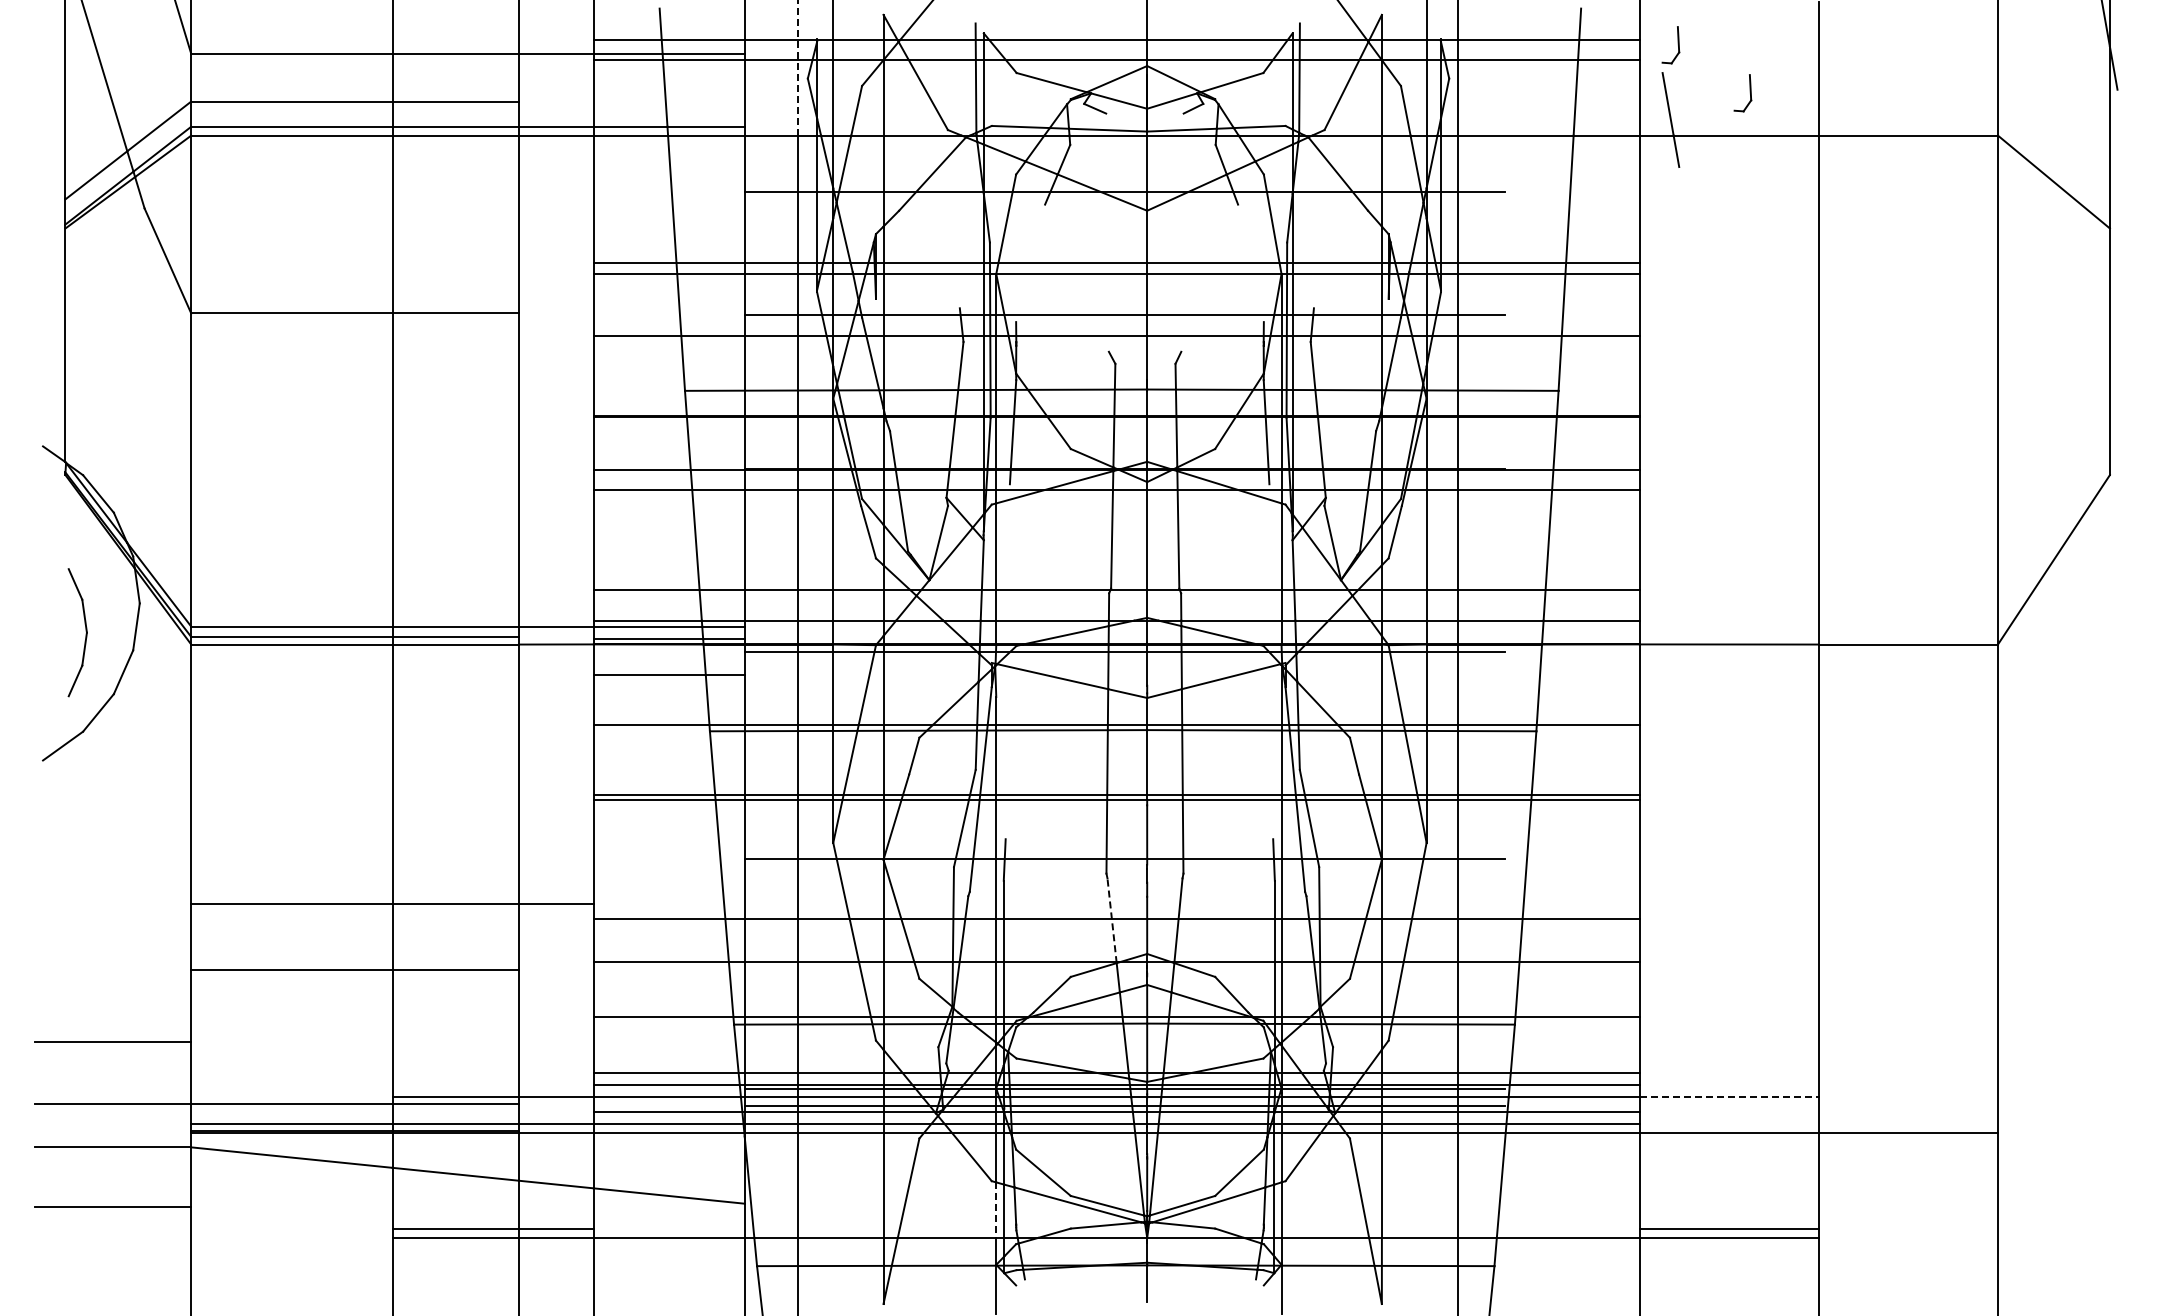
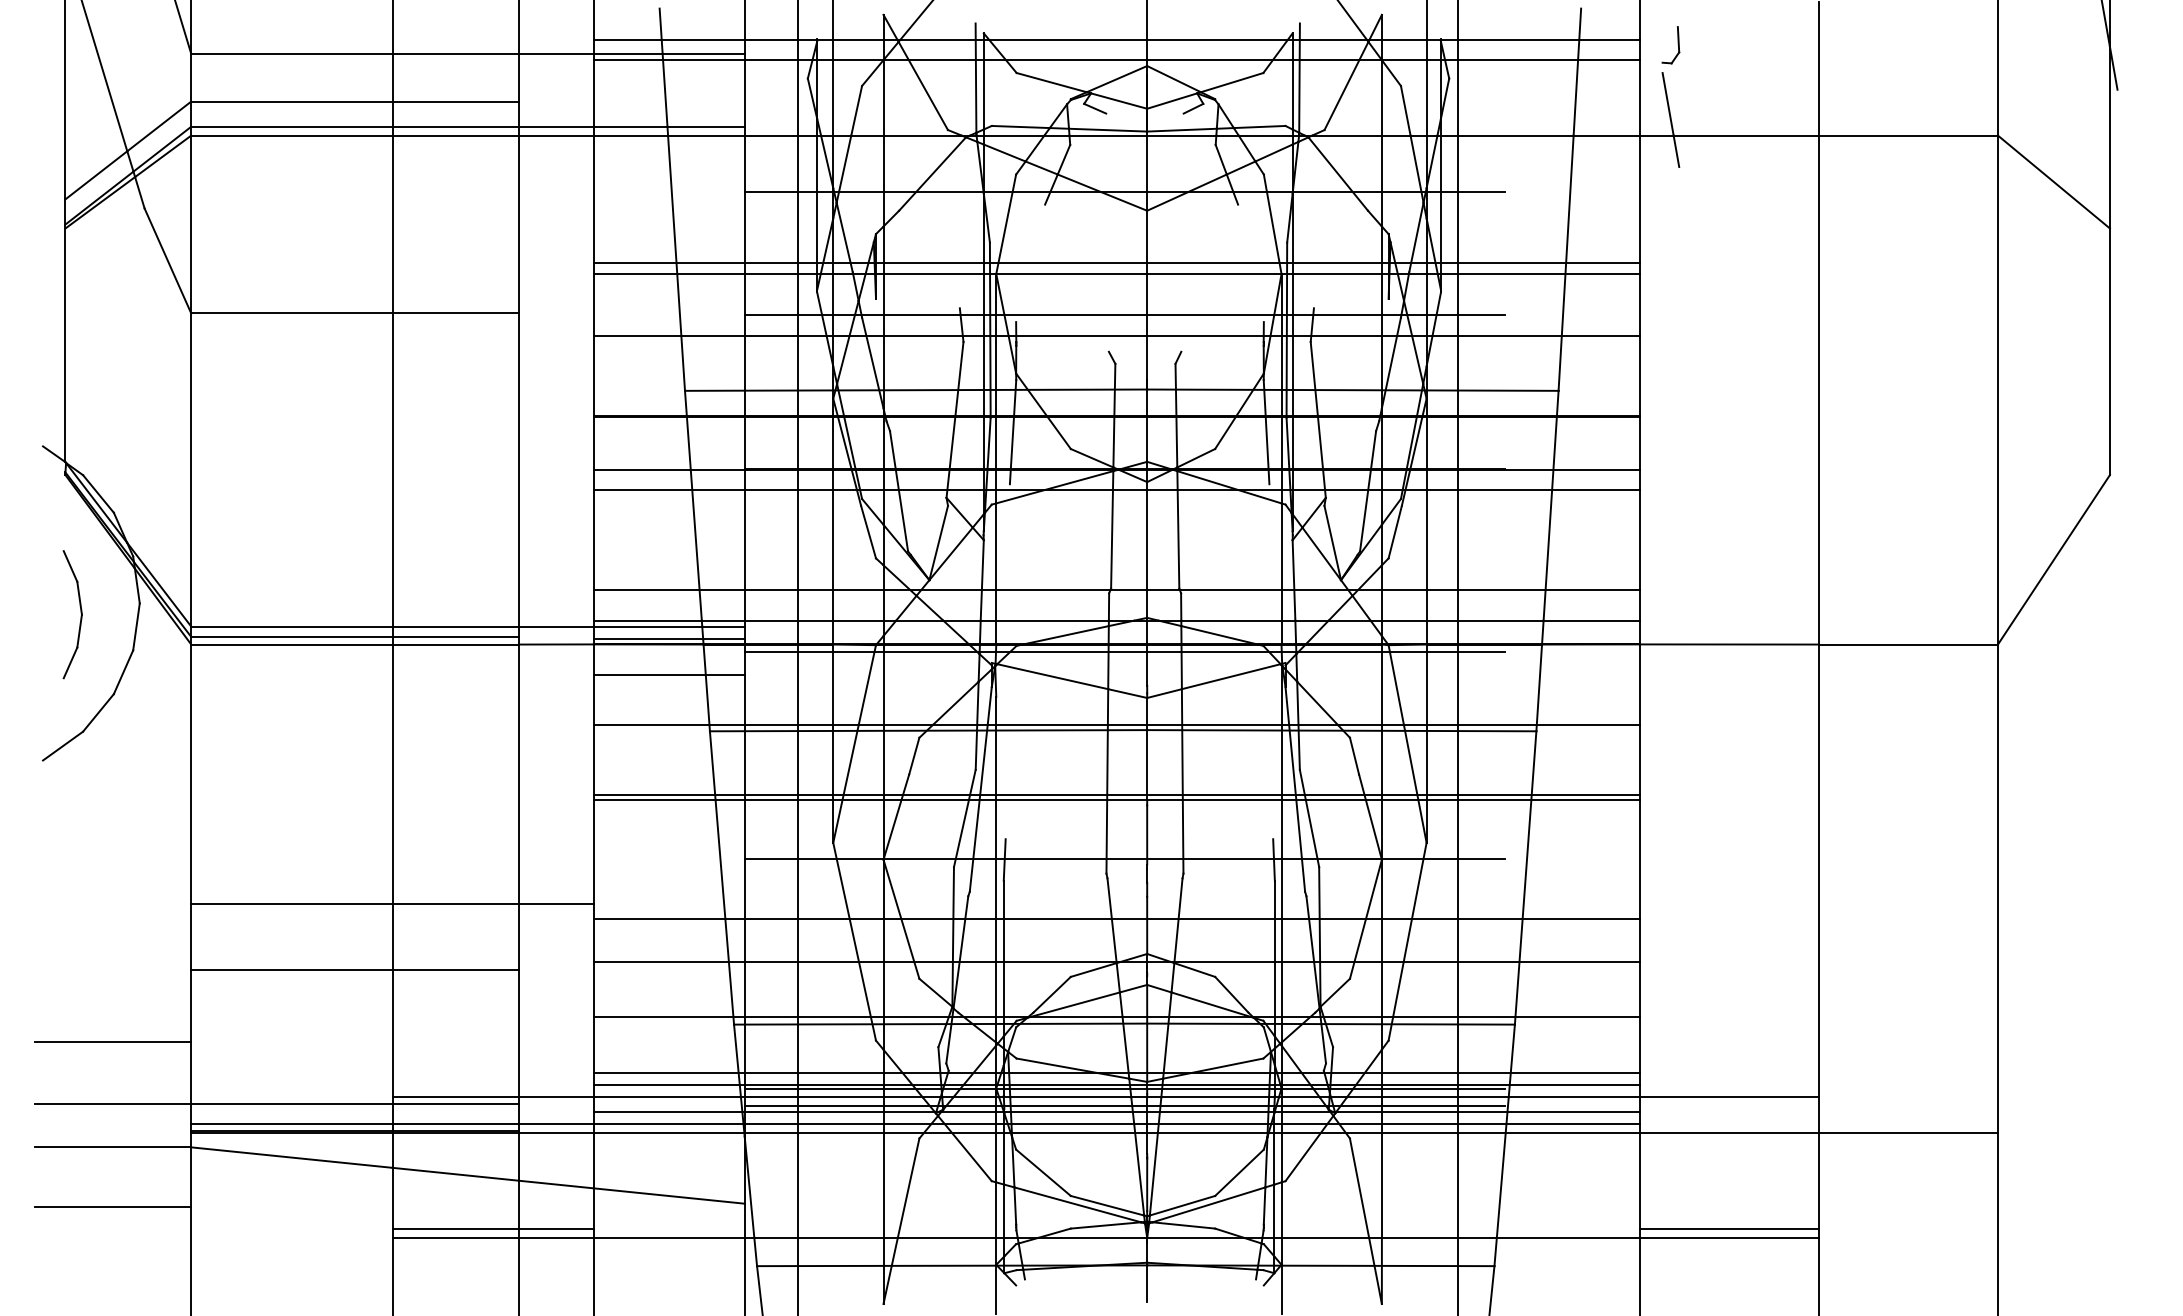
line at (798, 67): dashed -> solid
part at (1749, 92): present -> none
part at (85, 631) position: (85, 631) -> (80, 613)
line at (1112, 920): dashed -> solid
line at (1729, 1097): dashed -> solid
line at (996, 1210): dashed -> solid
